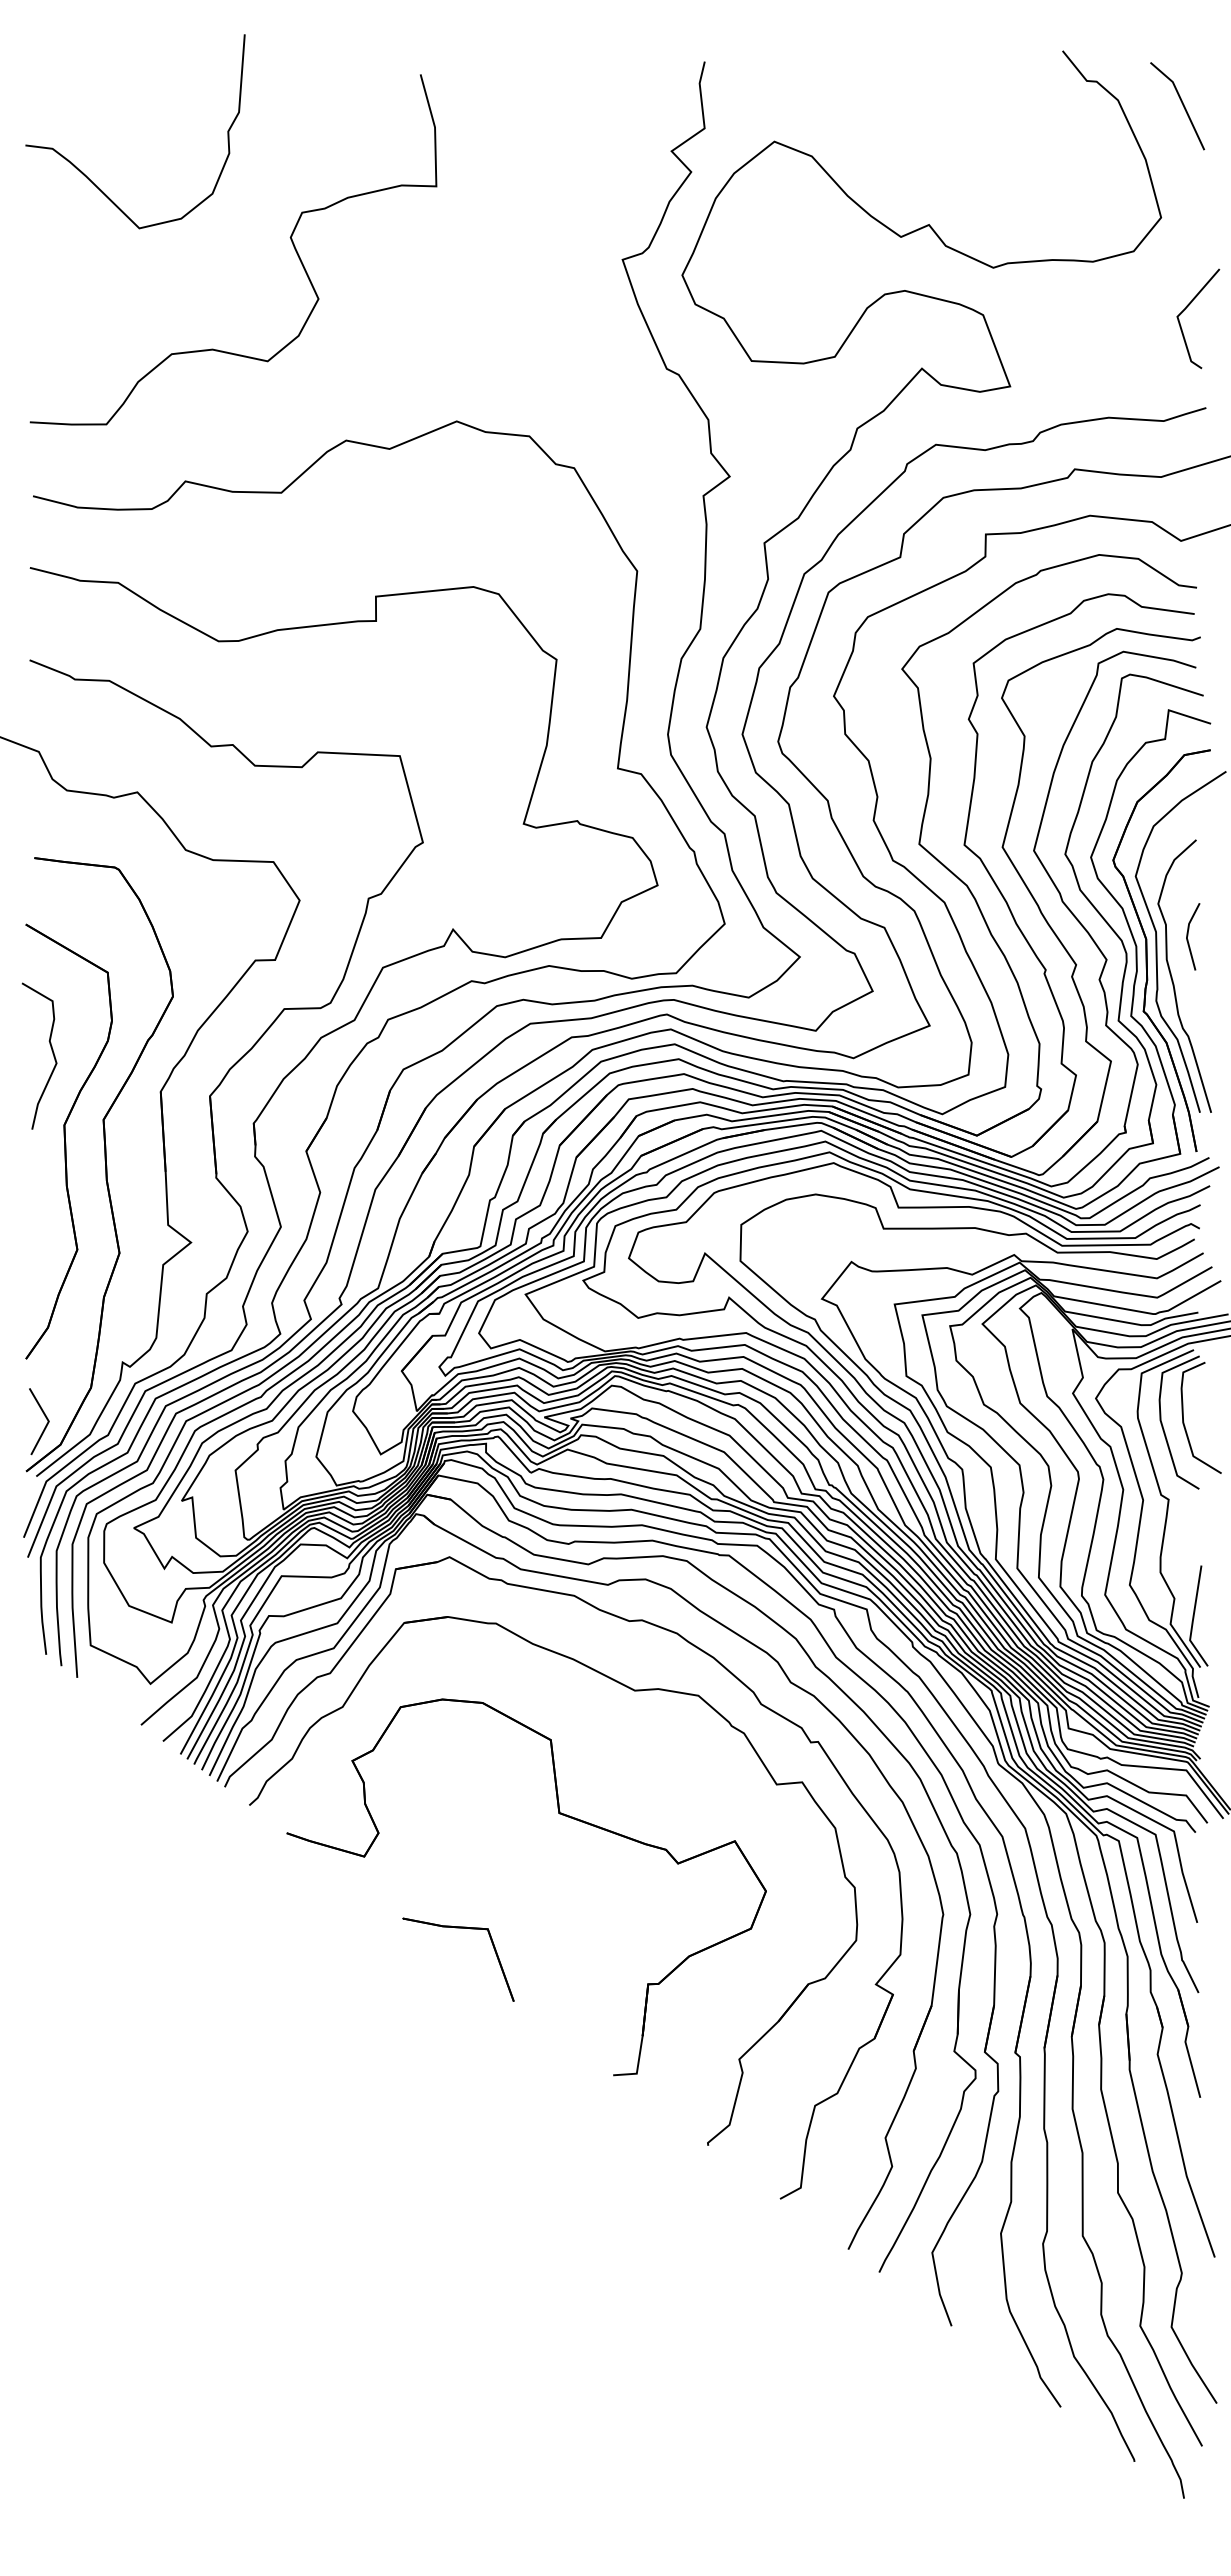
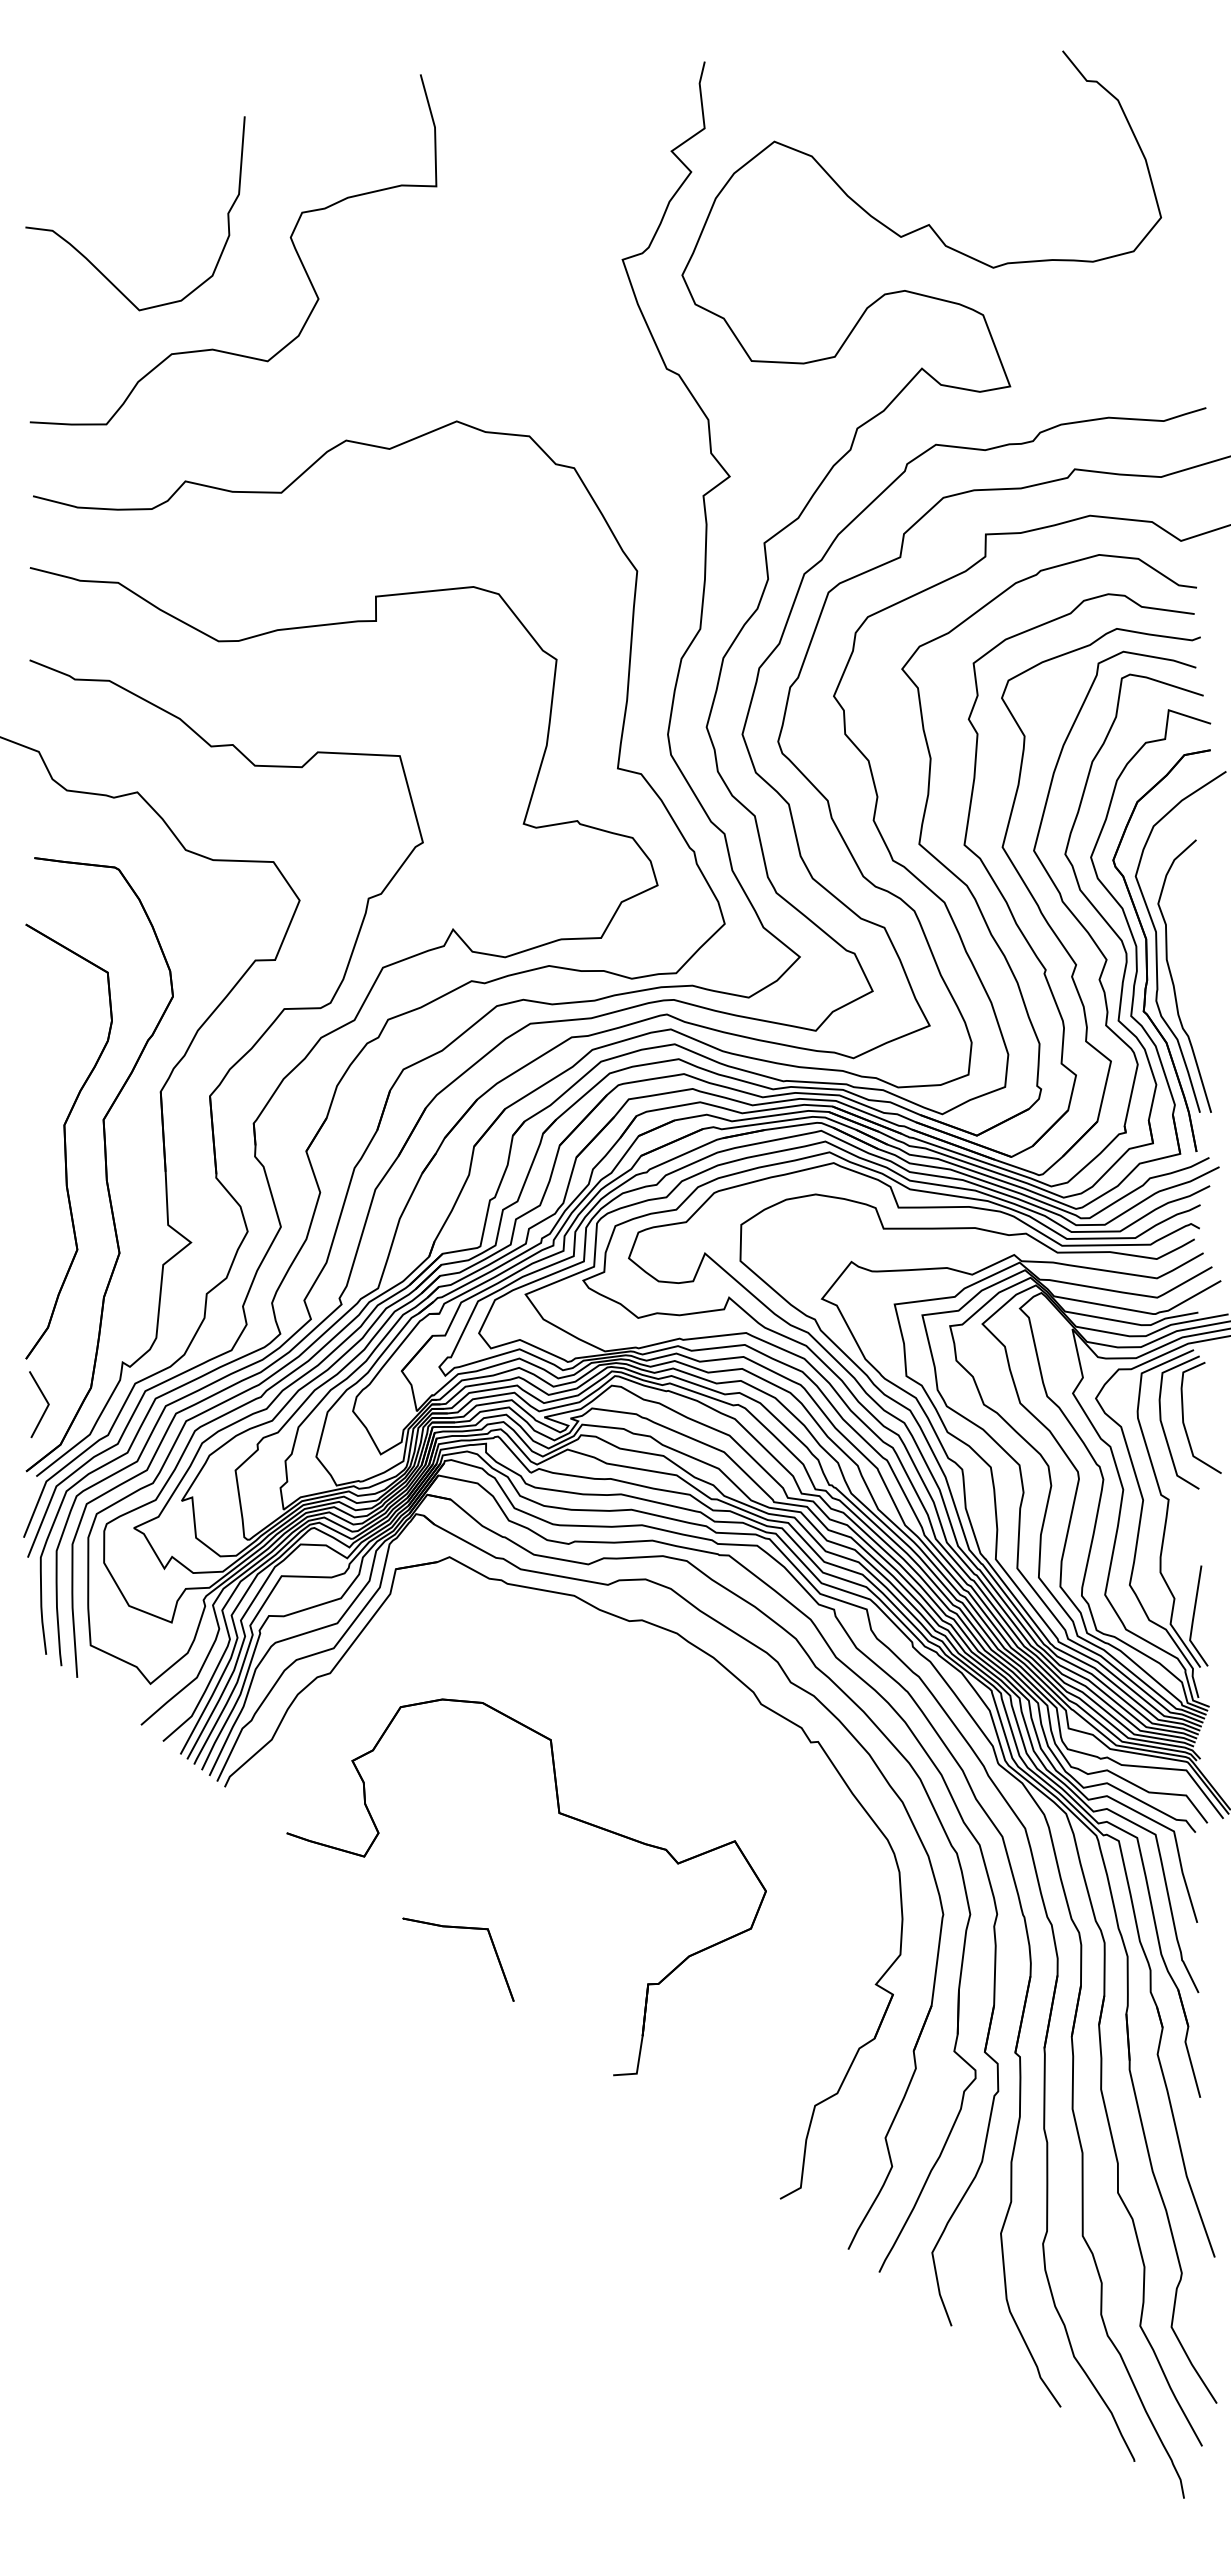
line at (1181, 103): present -> none
curve at (88, 177) position: (88, 177) -> (88, 259)
line at (1187, 307): present -> none
line at (1188, 936): present -> none
curve at (51, 1050): present -> none
line at (44, 1416) position: (44, 1416) -> (44, 1399)
part at (634, 1691): present -> none
